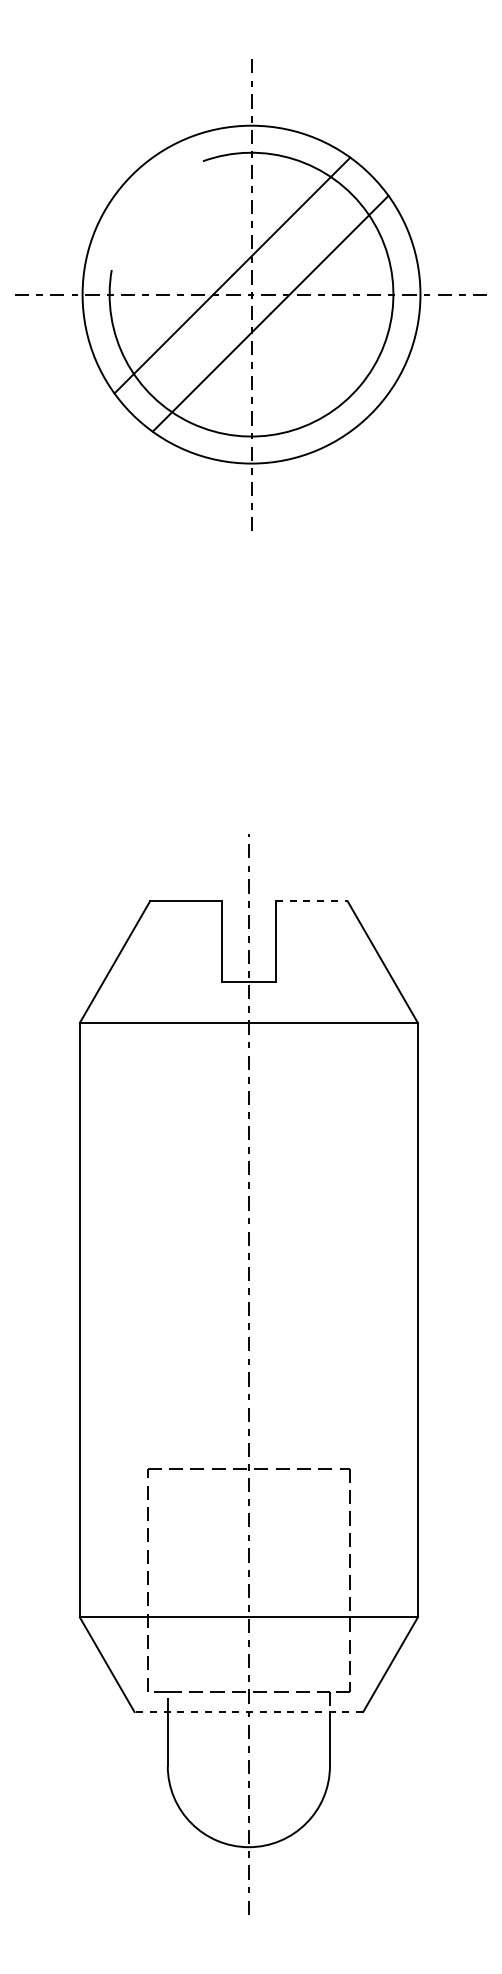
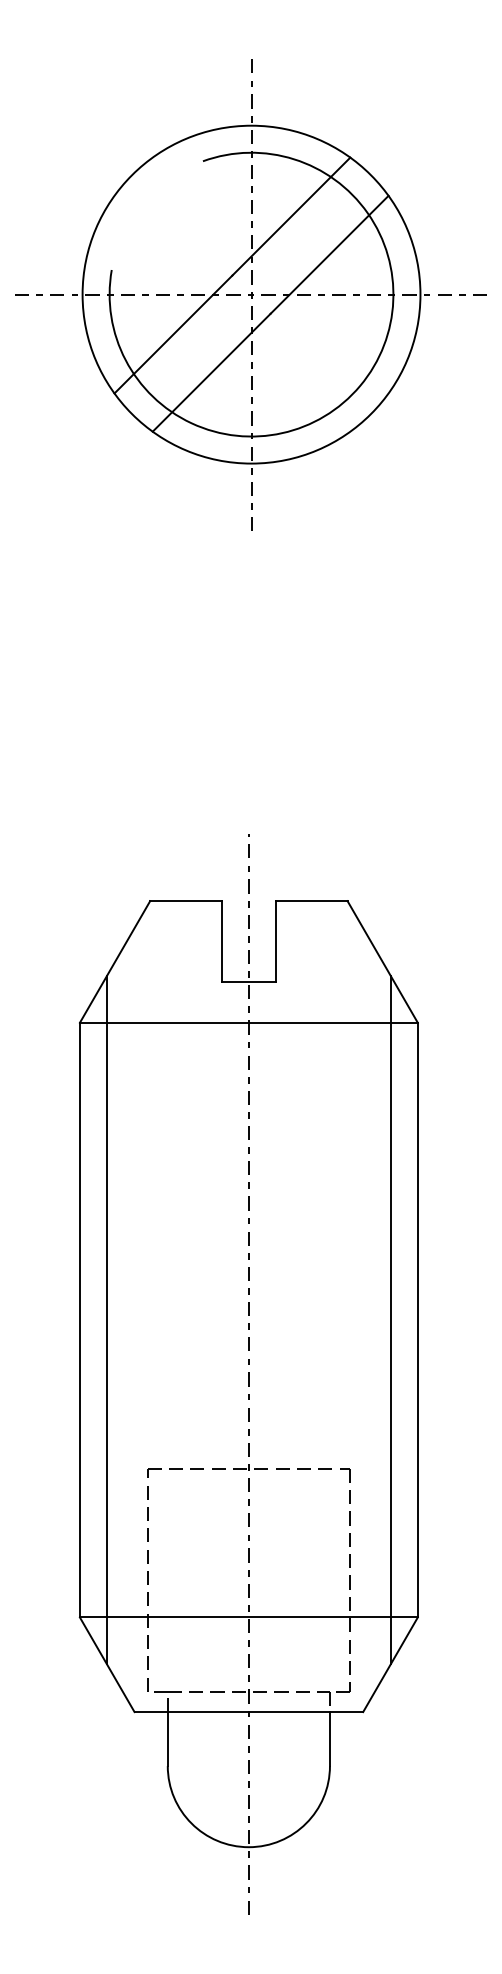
line at (311, 901): dashed -> solid
line at (106, 1319): none -> present
line at (390, 1319): none -> present
line at (248, 1712): dashed -> solid
